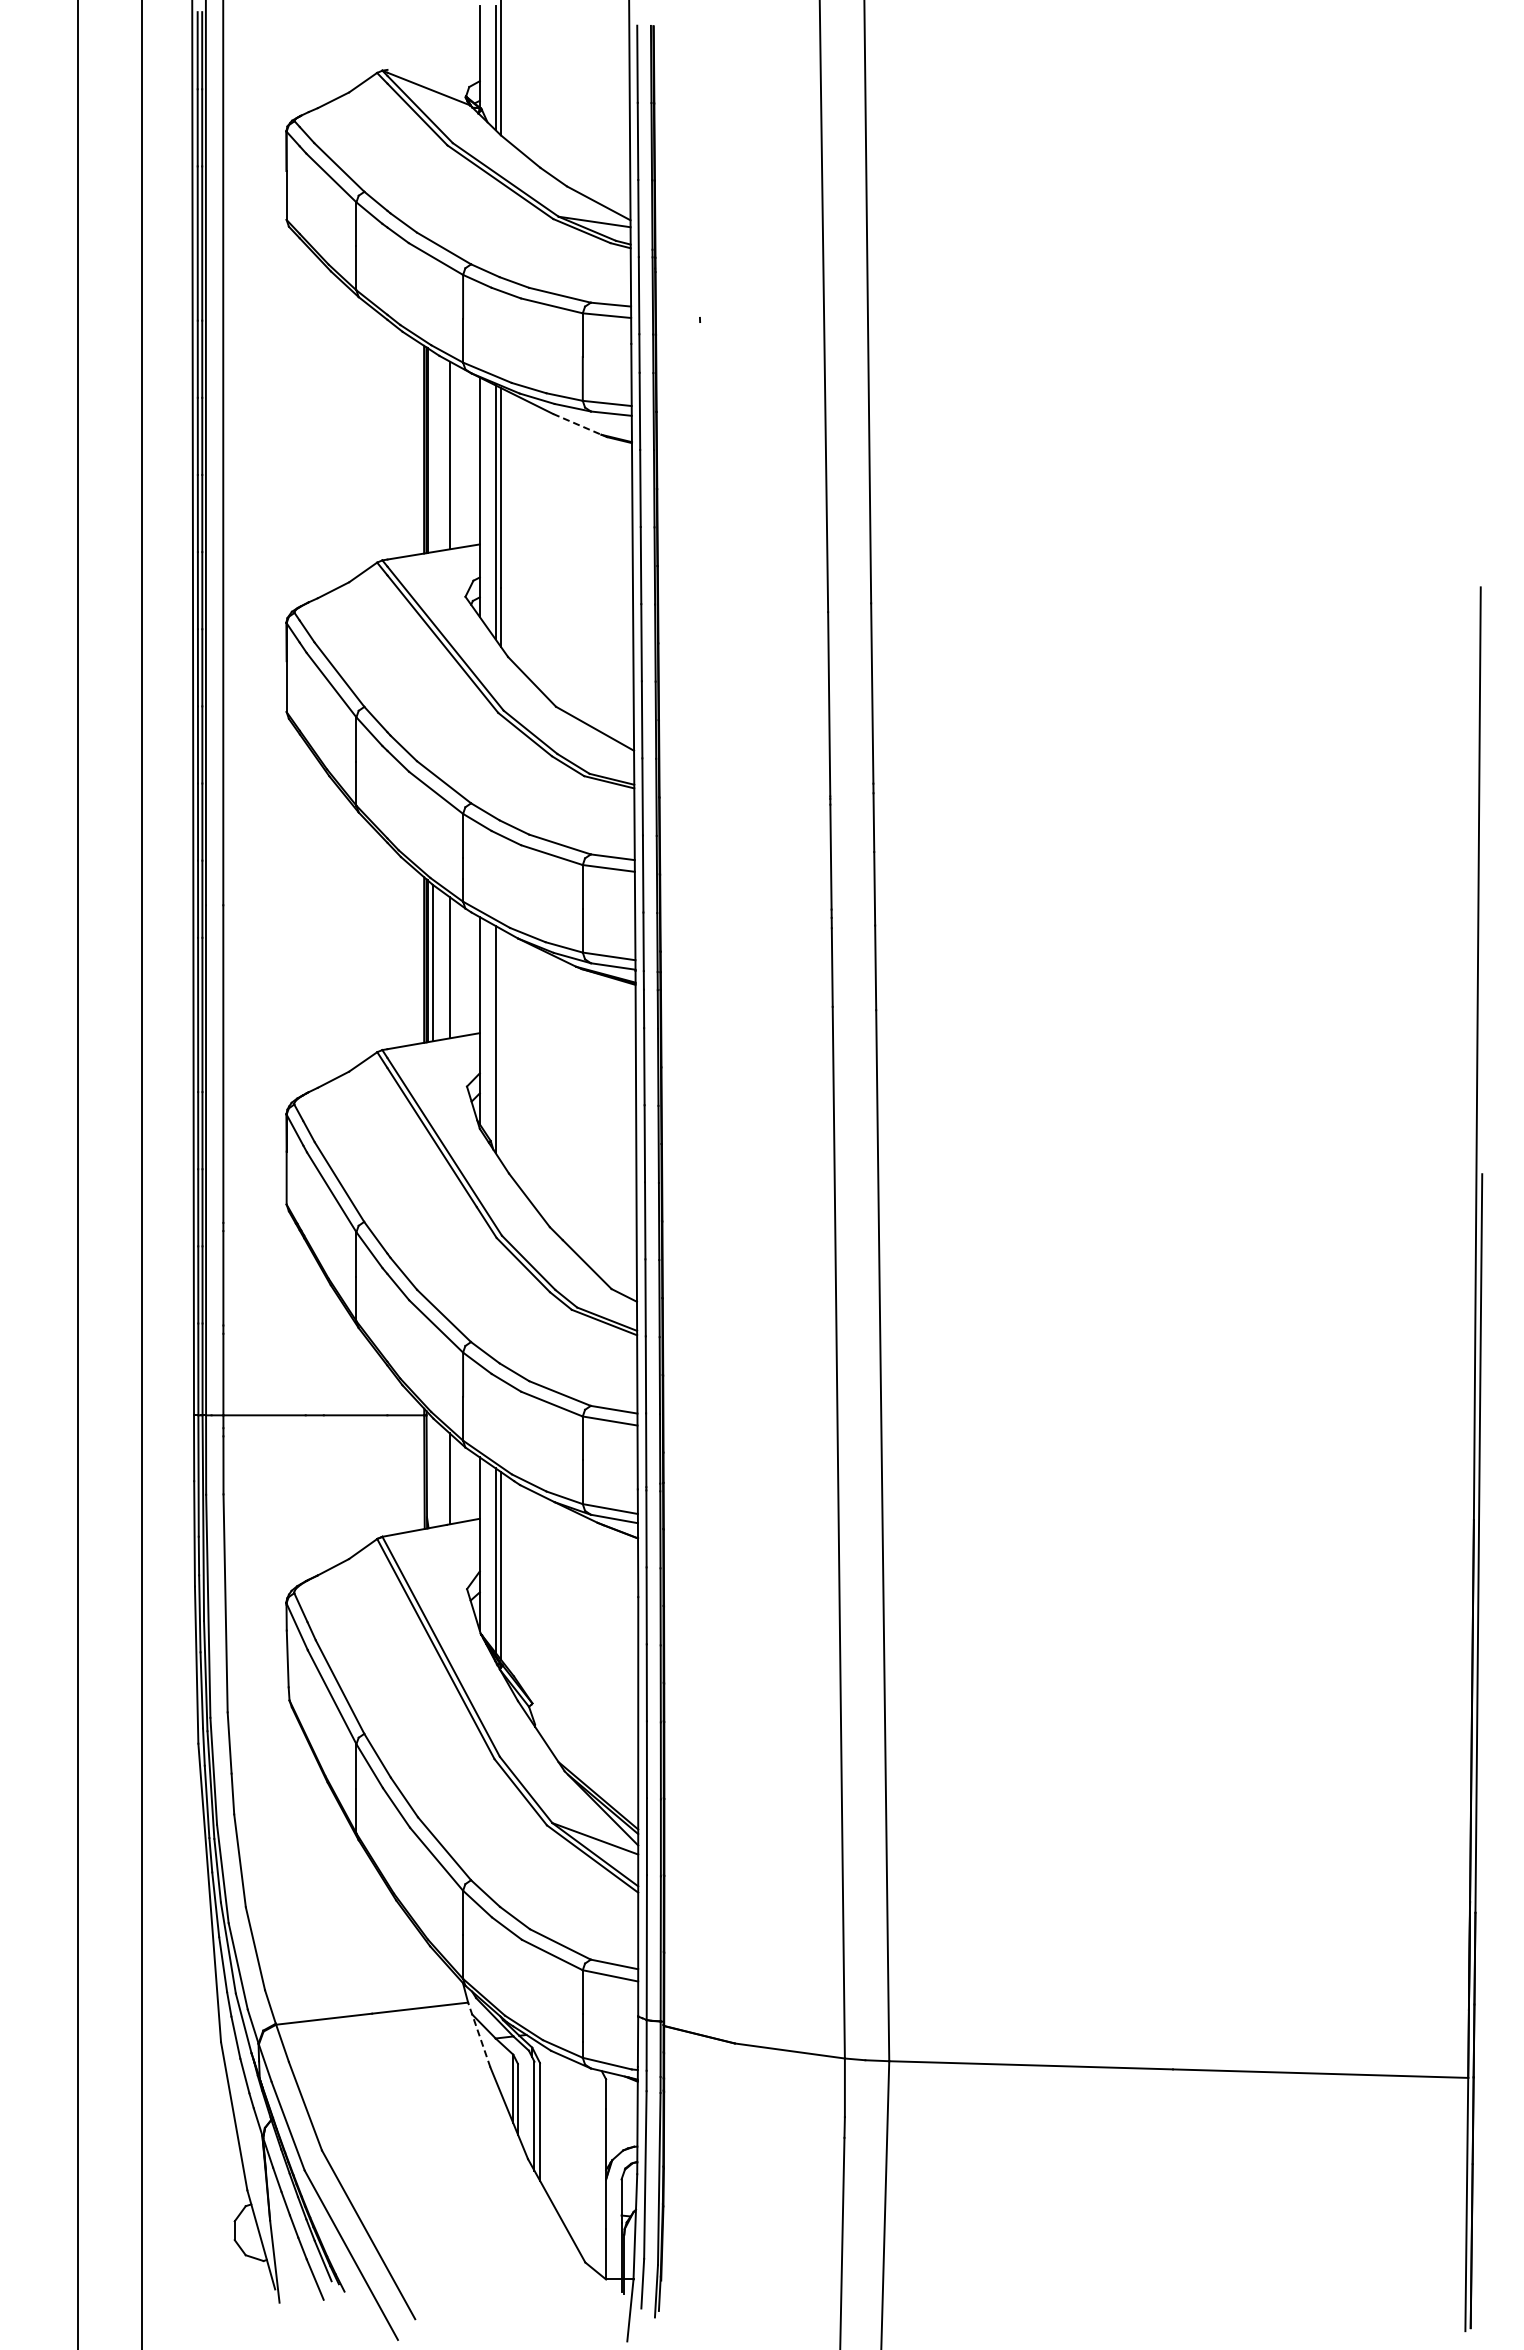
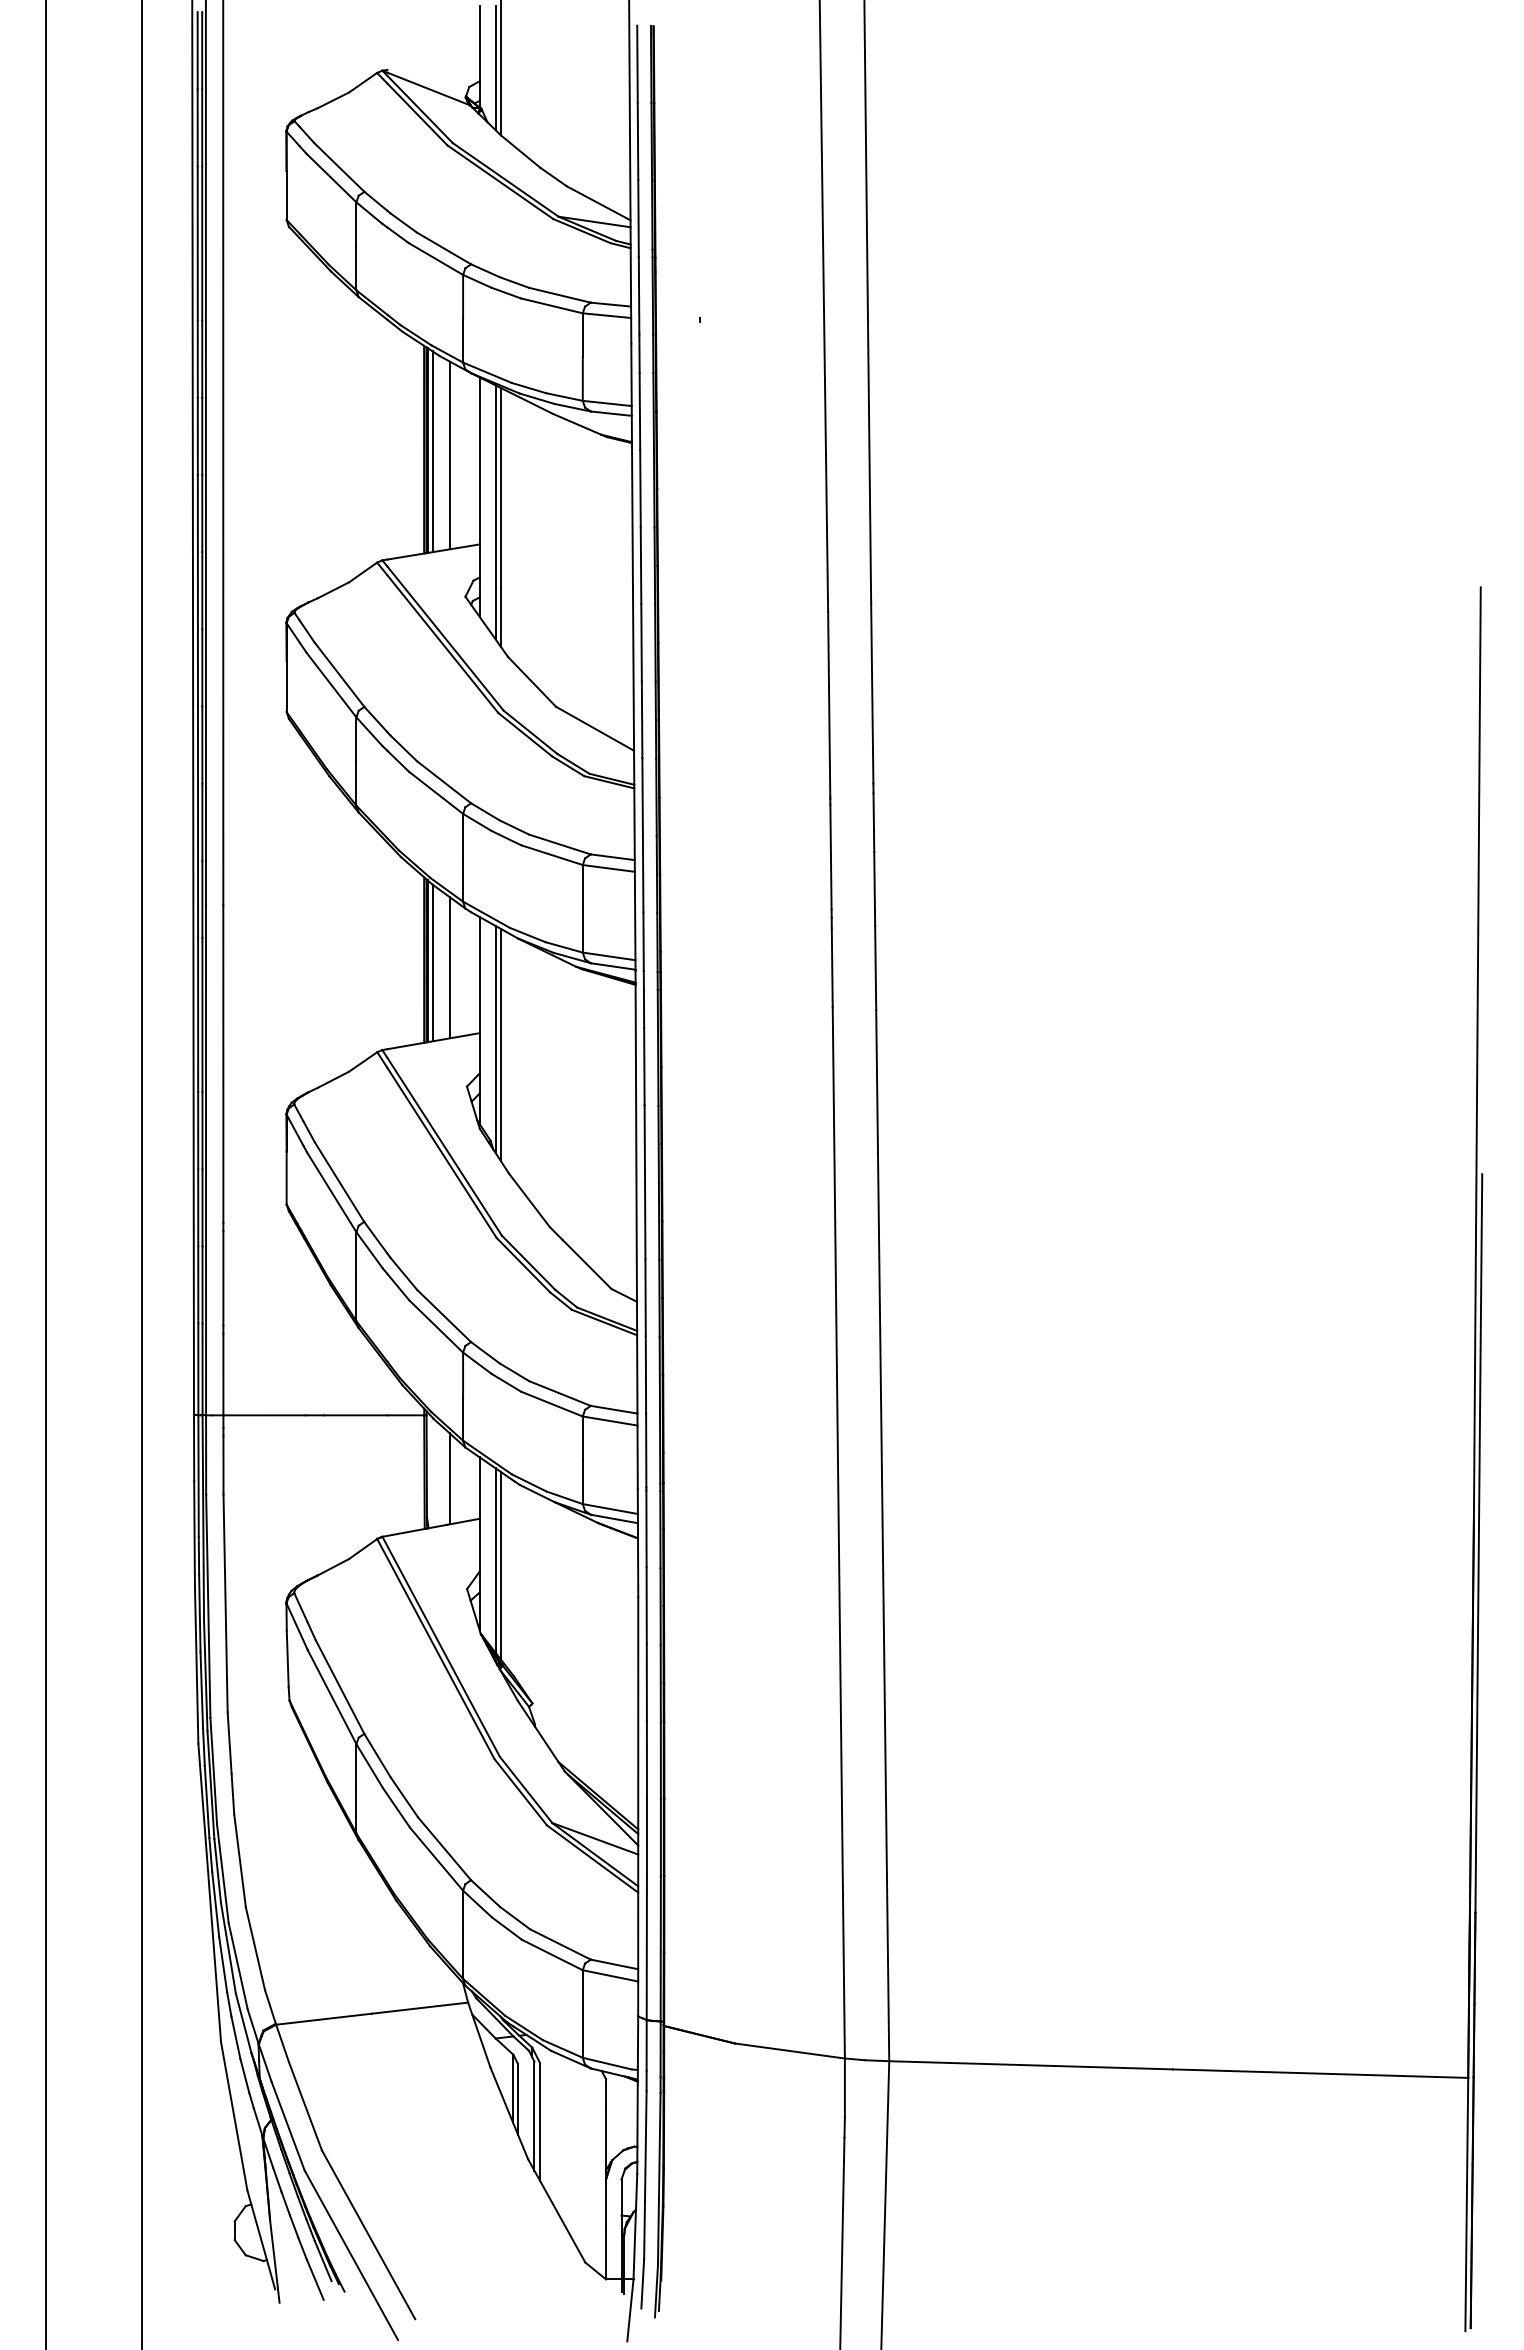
line at (577, 424): dashed -> solid
line at (432, 451): none -> present
line at (500, 1044): none -> present
line at (77, 1174) position: (77, 1174) -> (45, 1174)
line at (479, 2034): dashed -> solid
